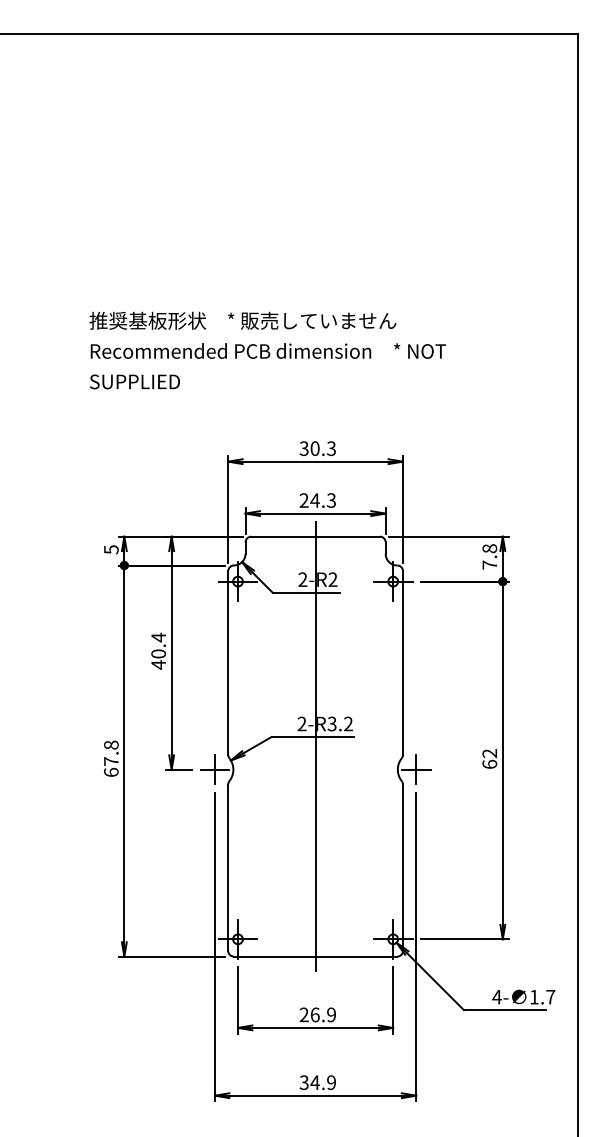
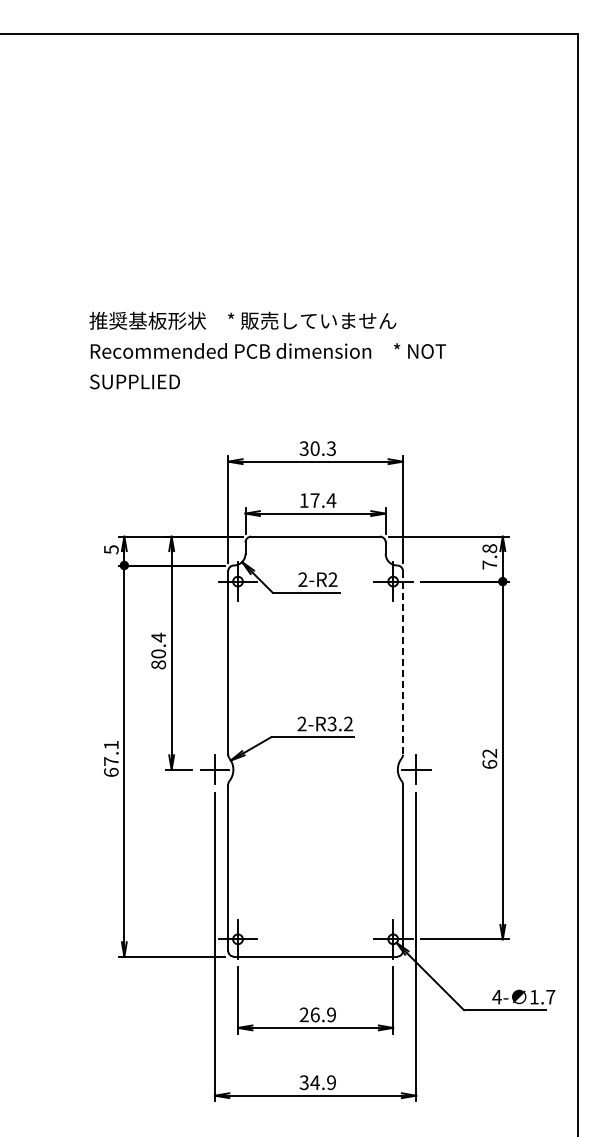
text at (317, 500): 24.3 -> 17.4
line at (403, 662): solid -> dashed
text at (158, 664): 40.4 -> 80.4
text at (111, 744): 67.8 -> 67.1
line at (315, 746): present -> none
